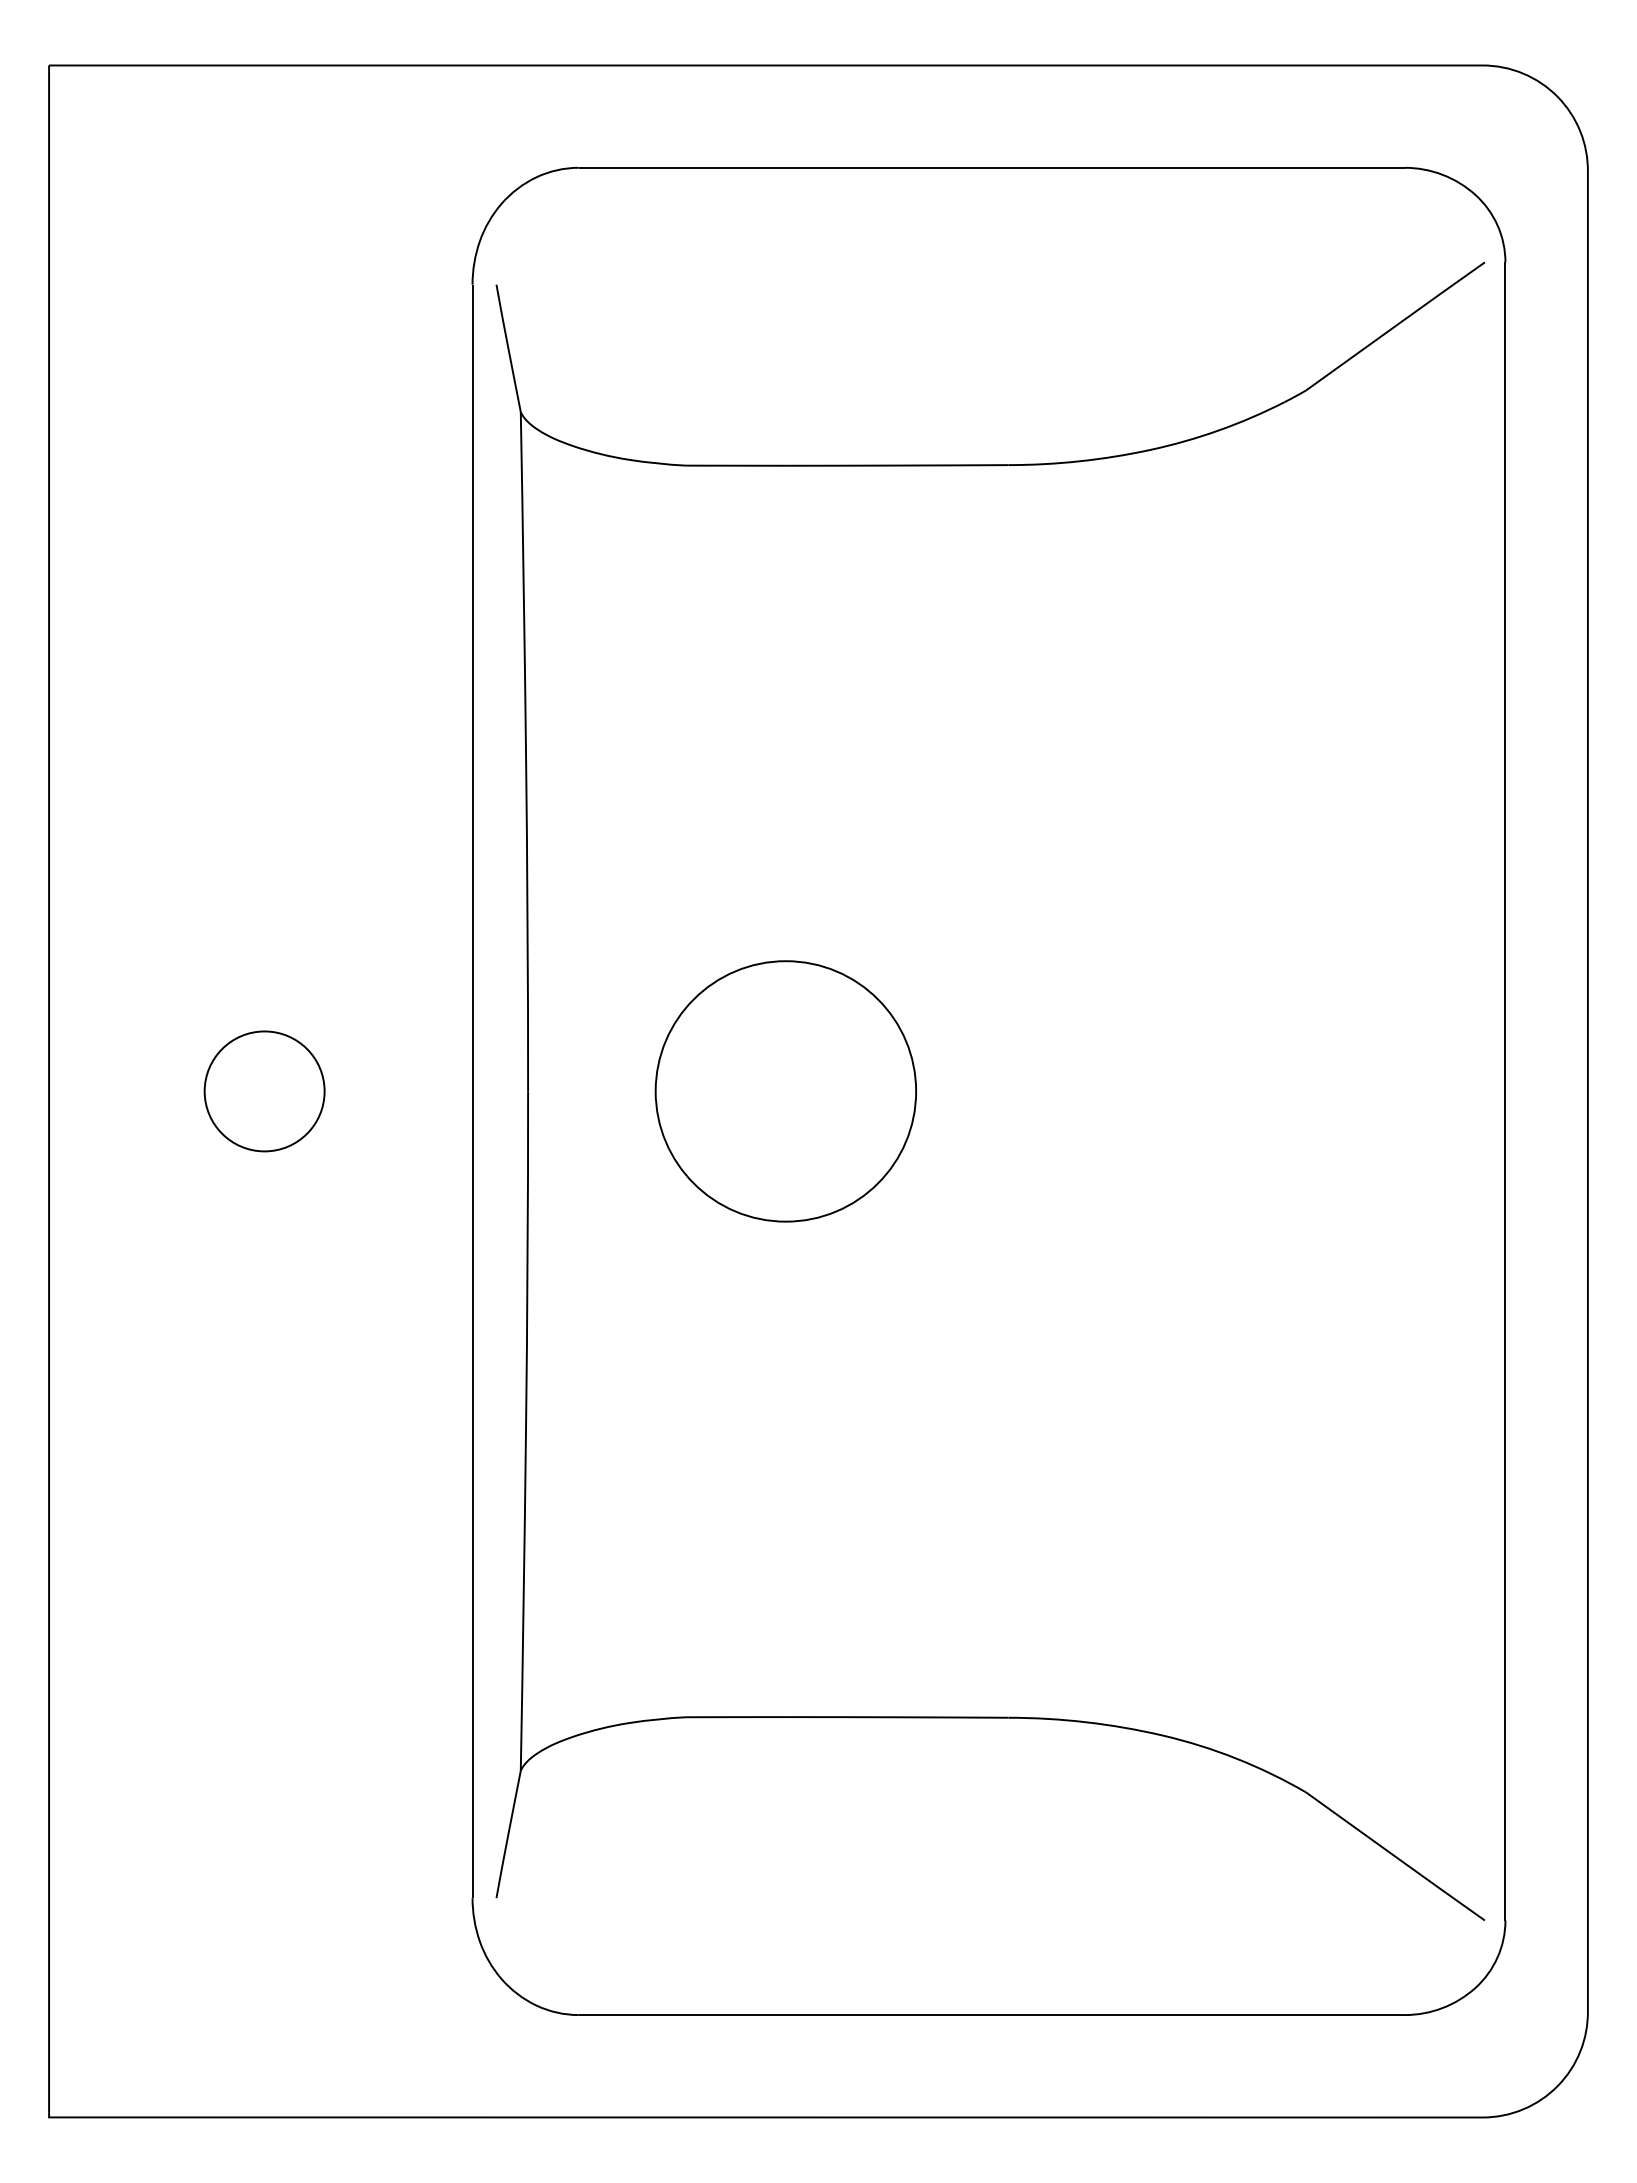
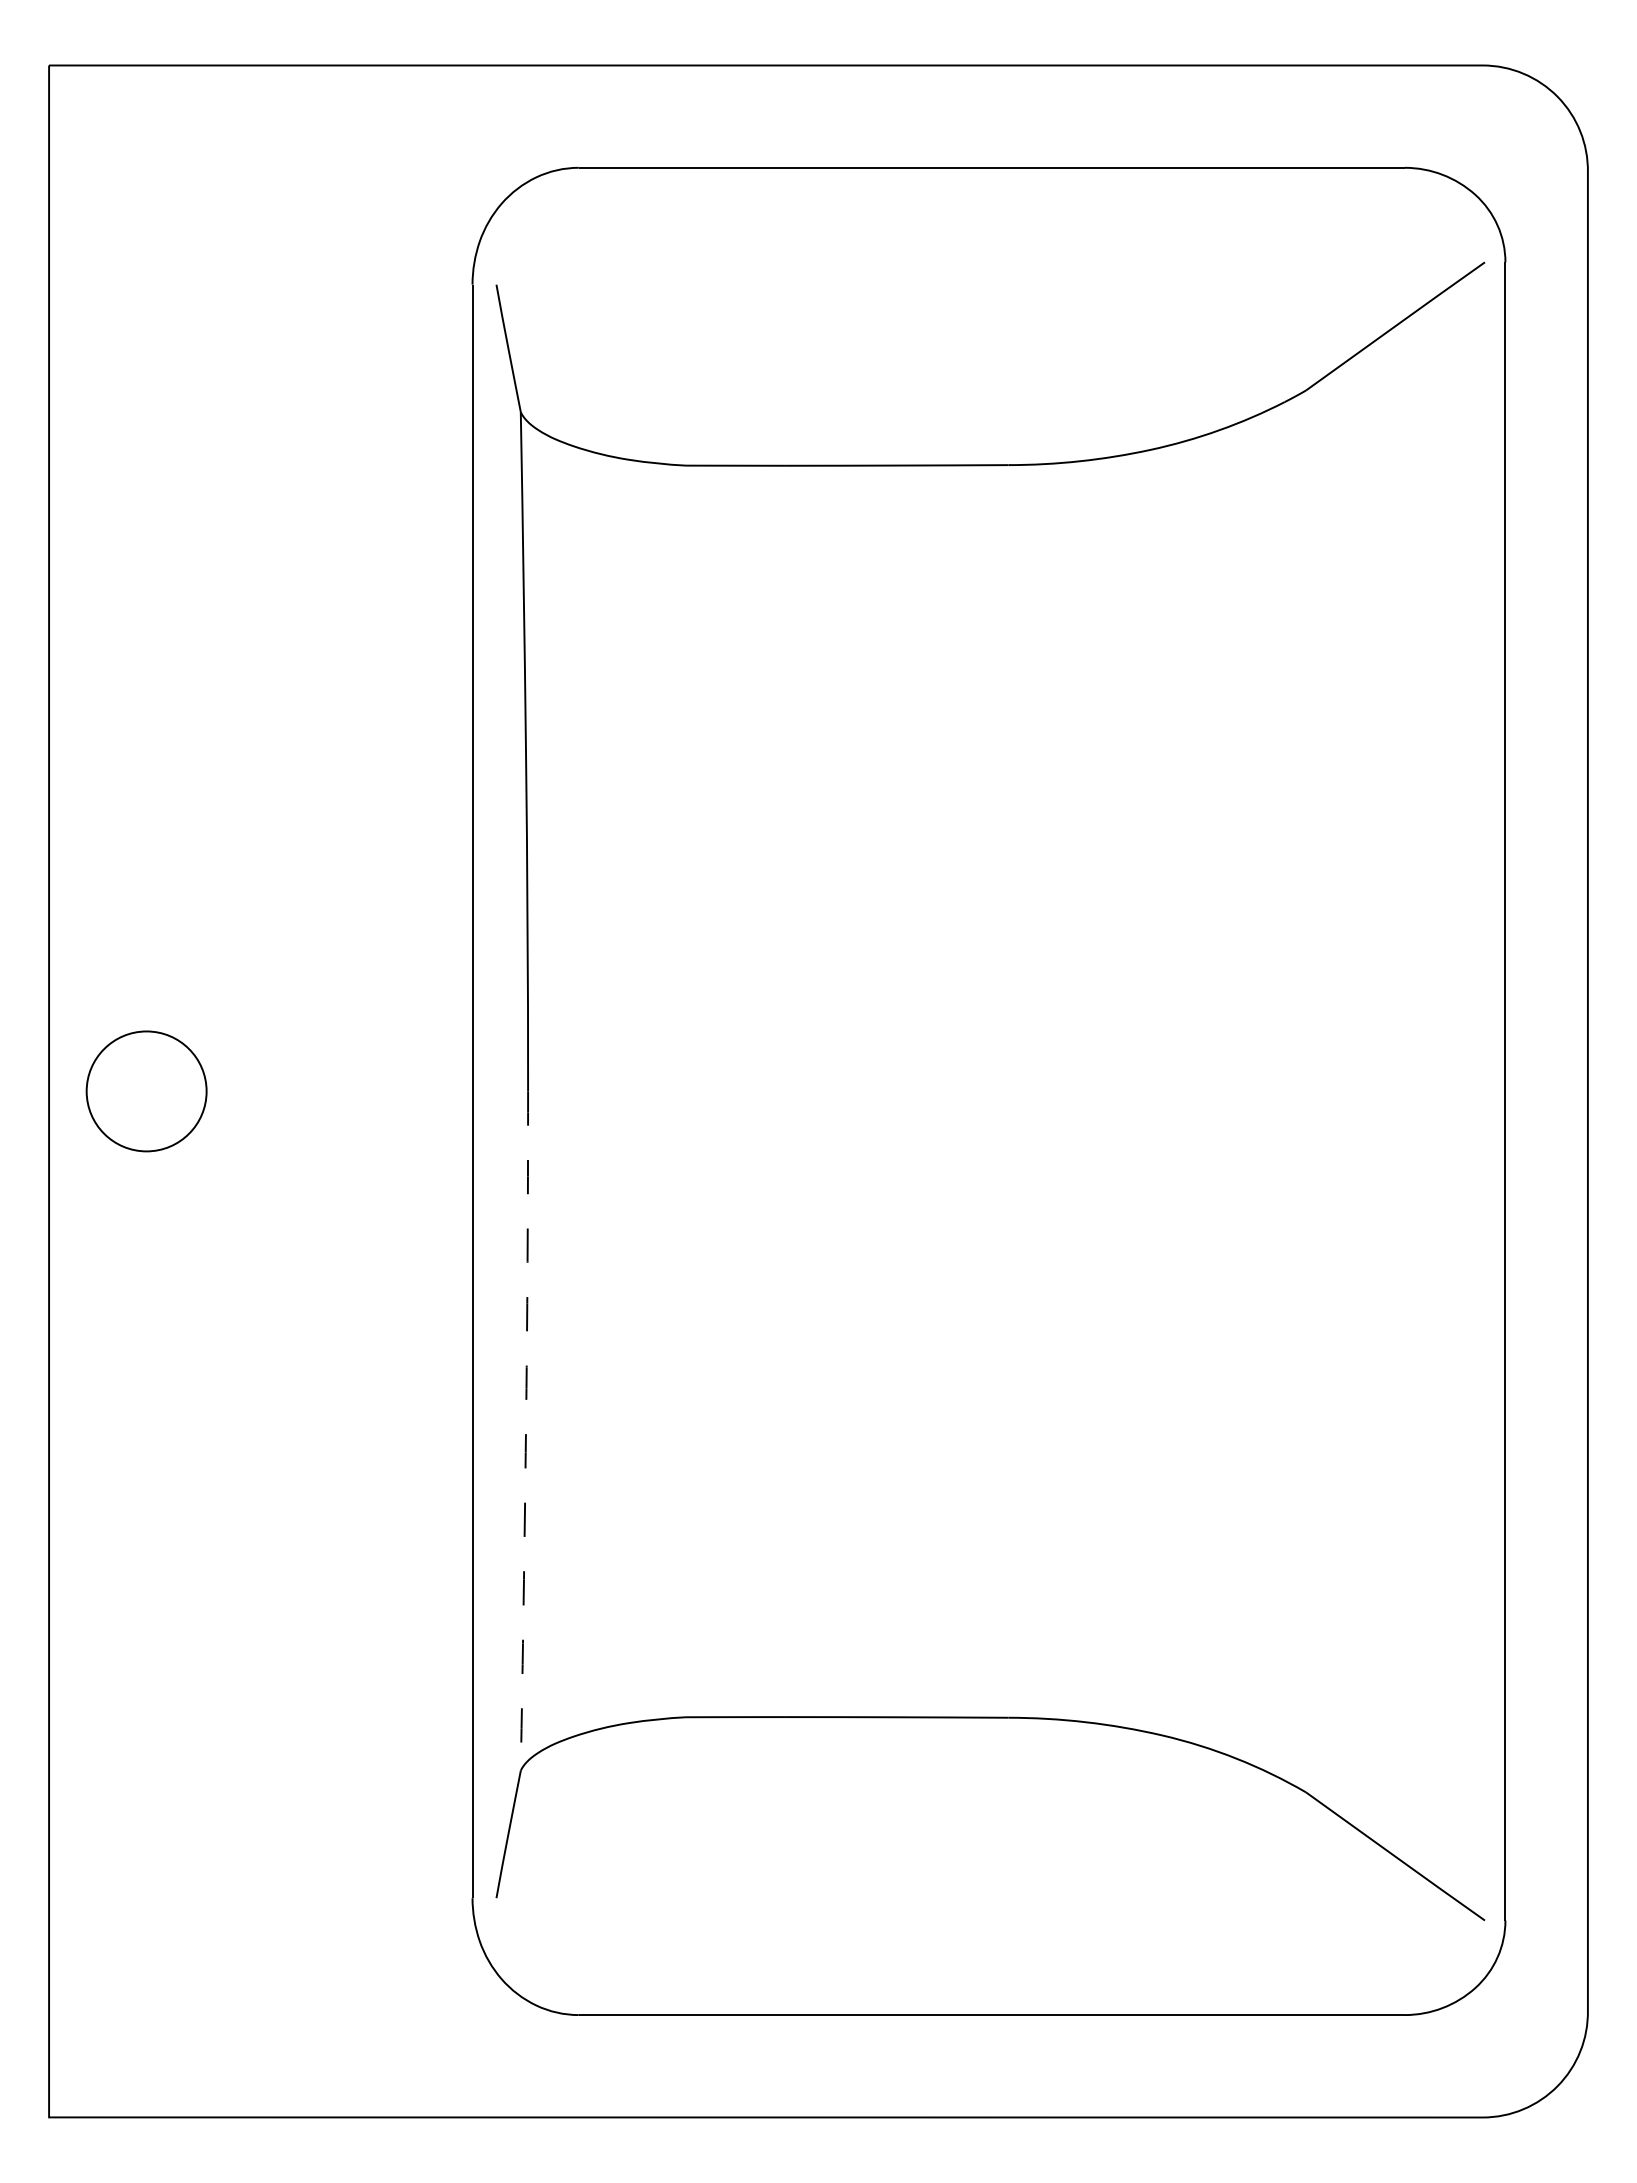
circle at (264, 1091) position: (264, 1091) -> (146, 1091)
part at (785, 1091): present -> none
line at (526, 1431): solid -> dashed
